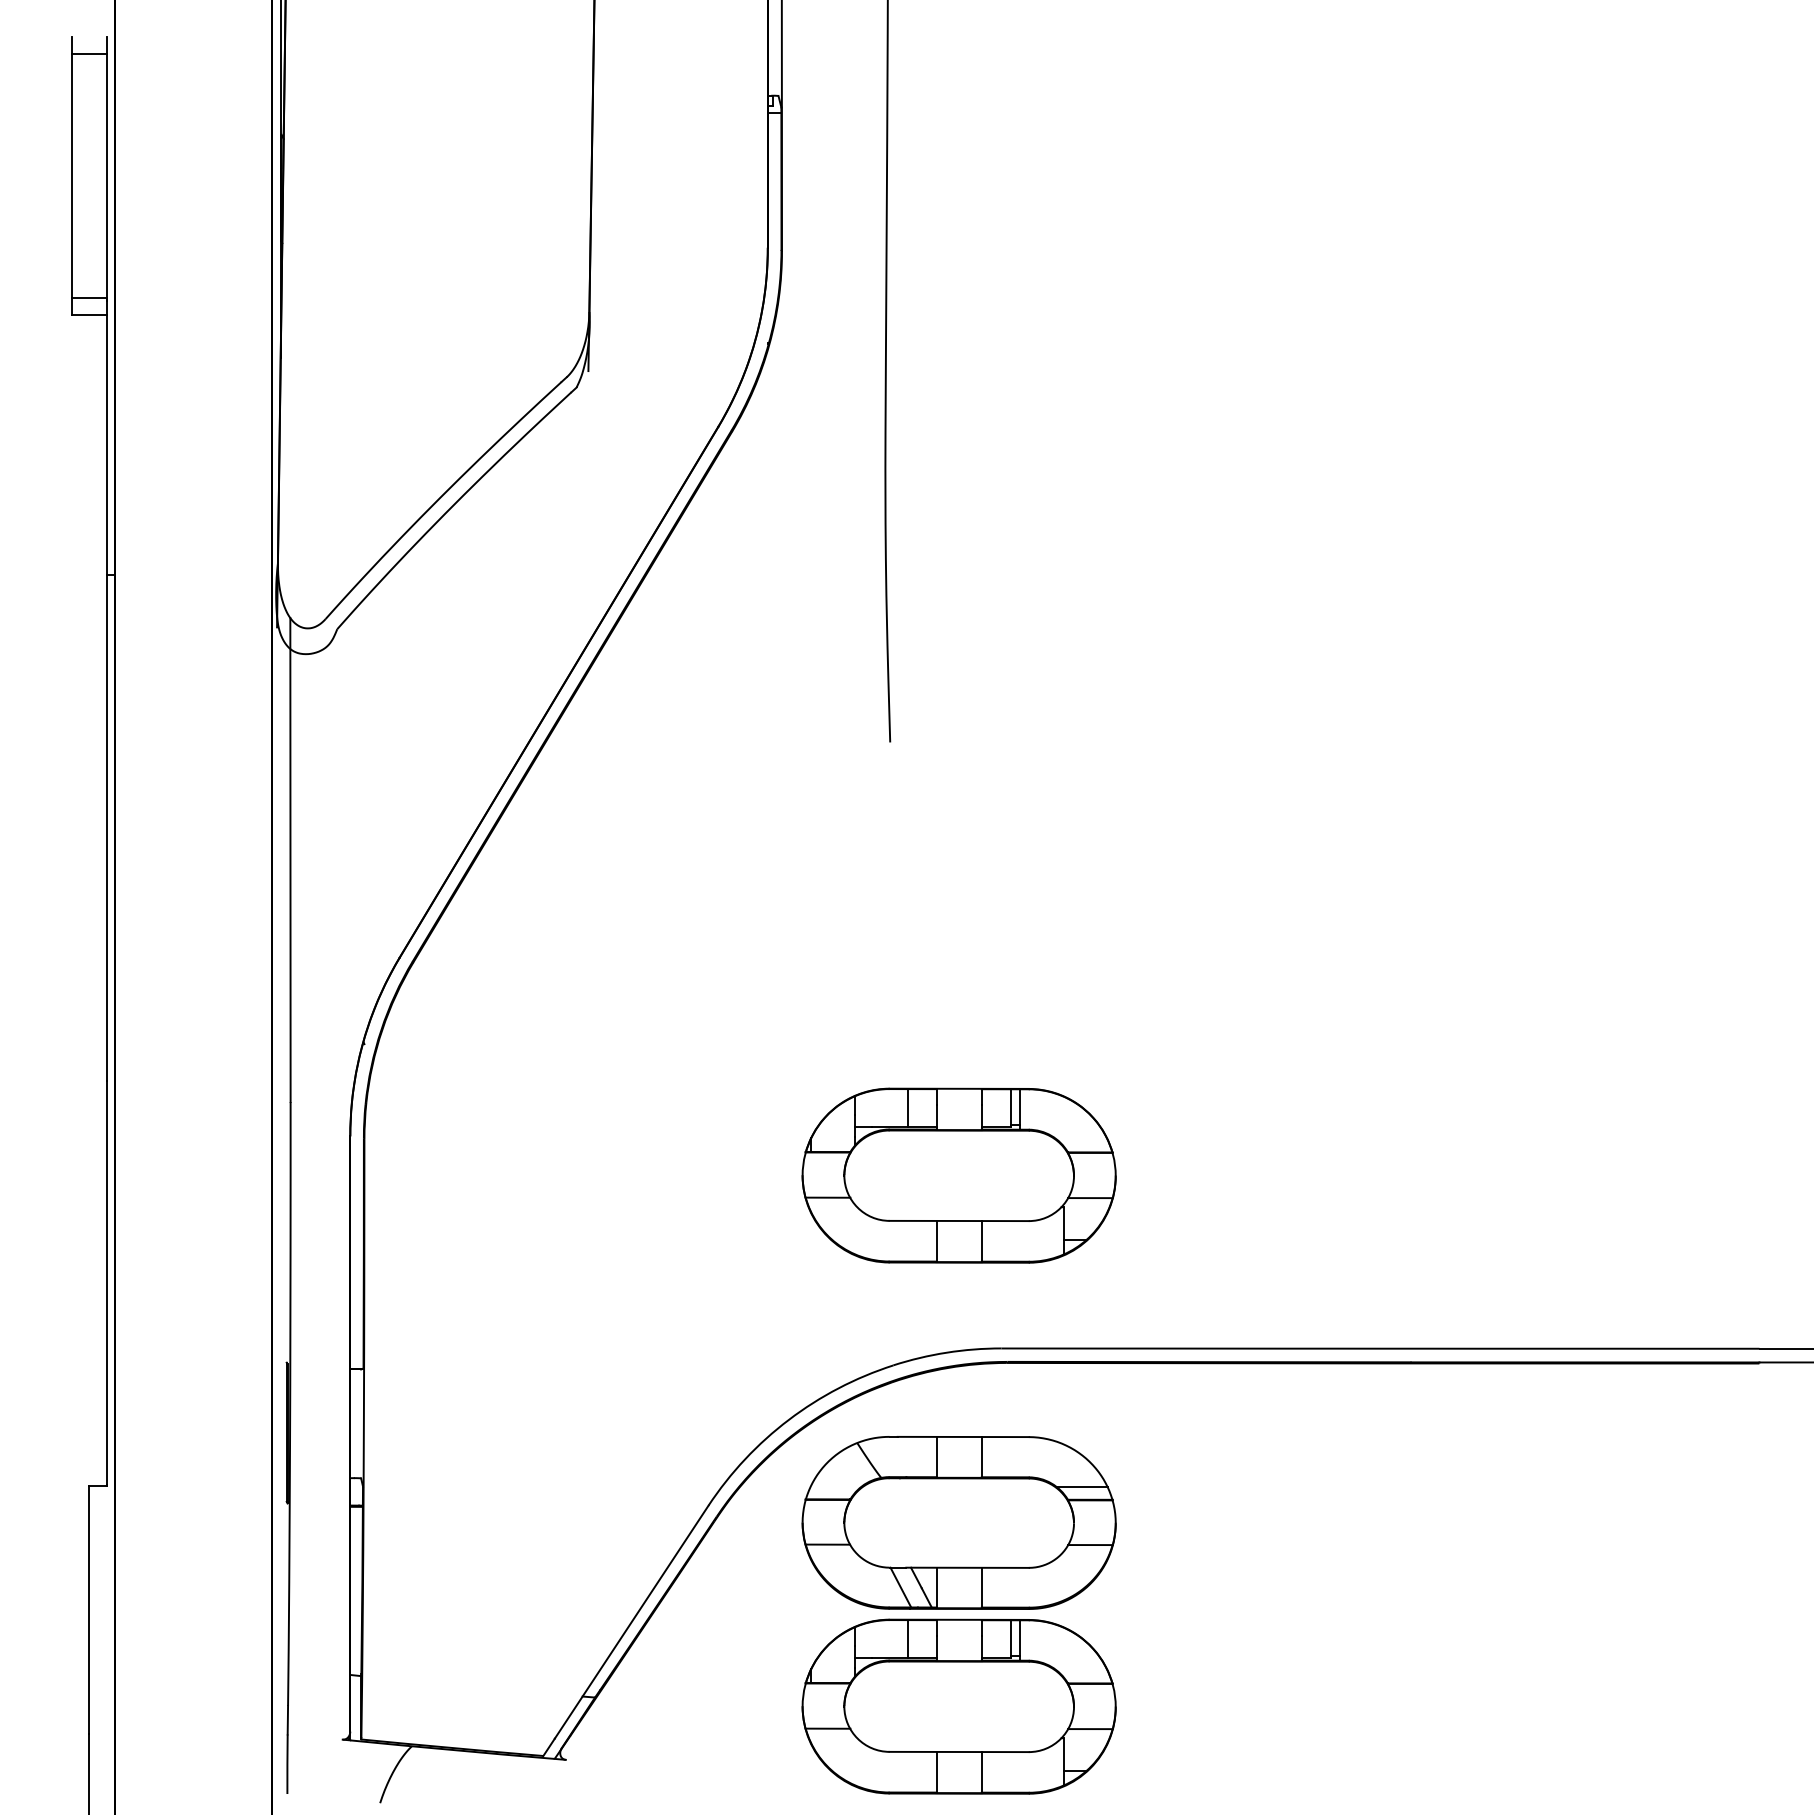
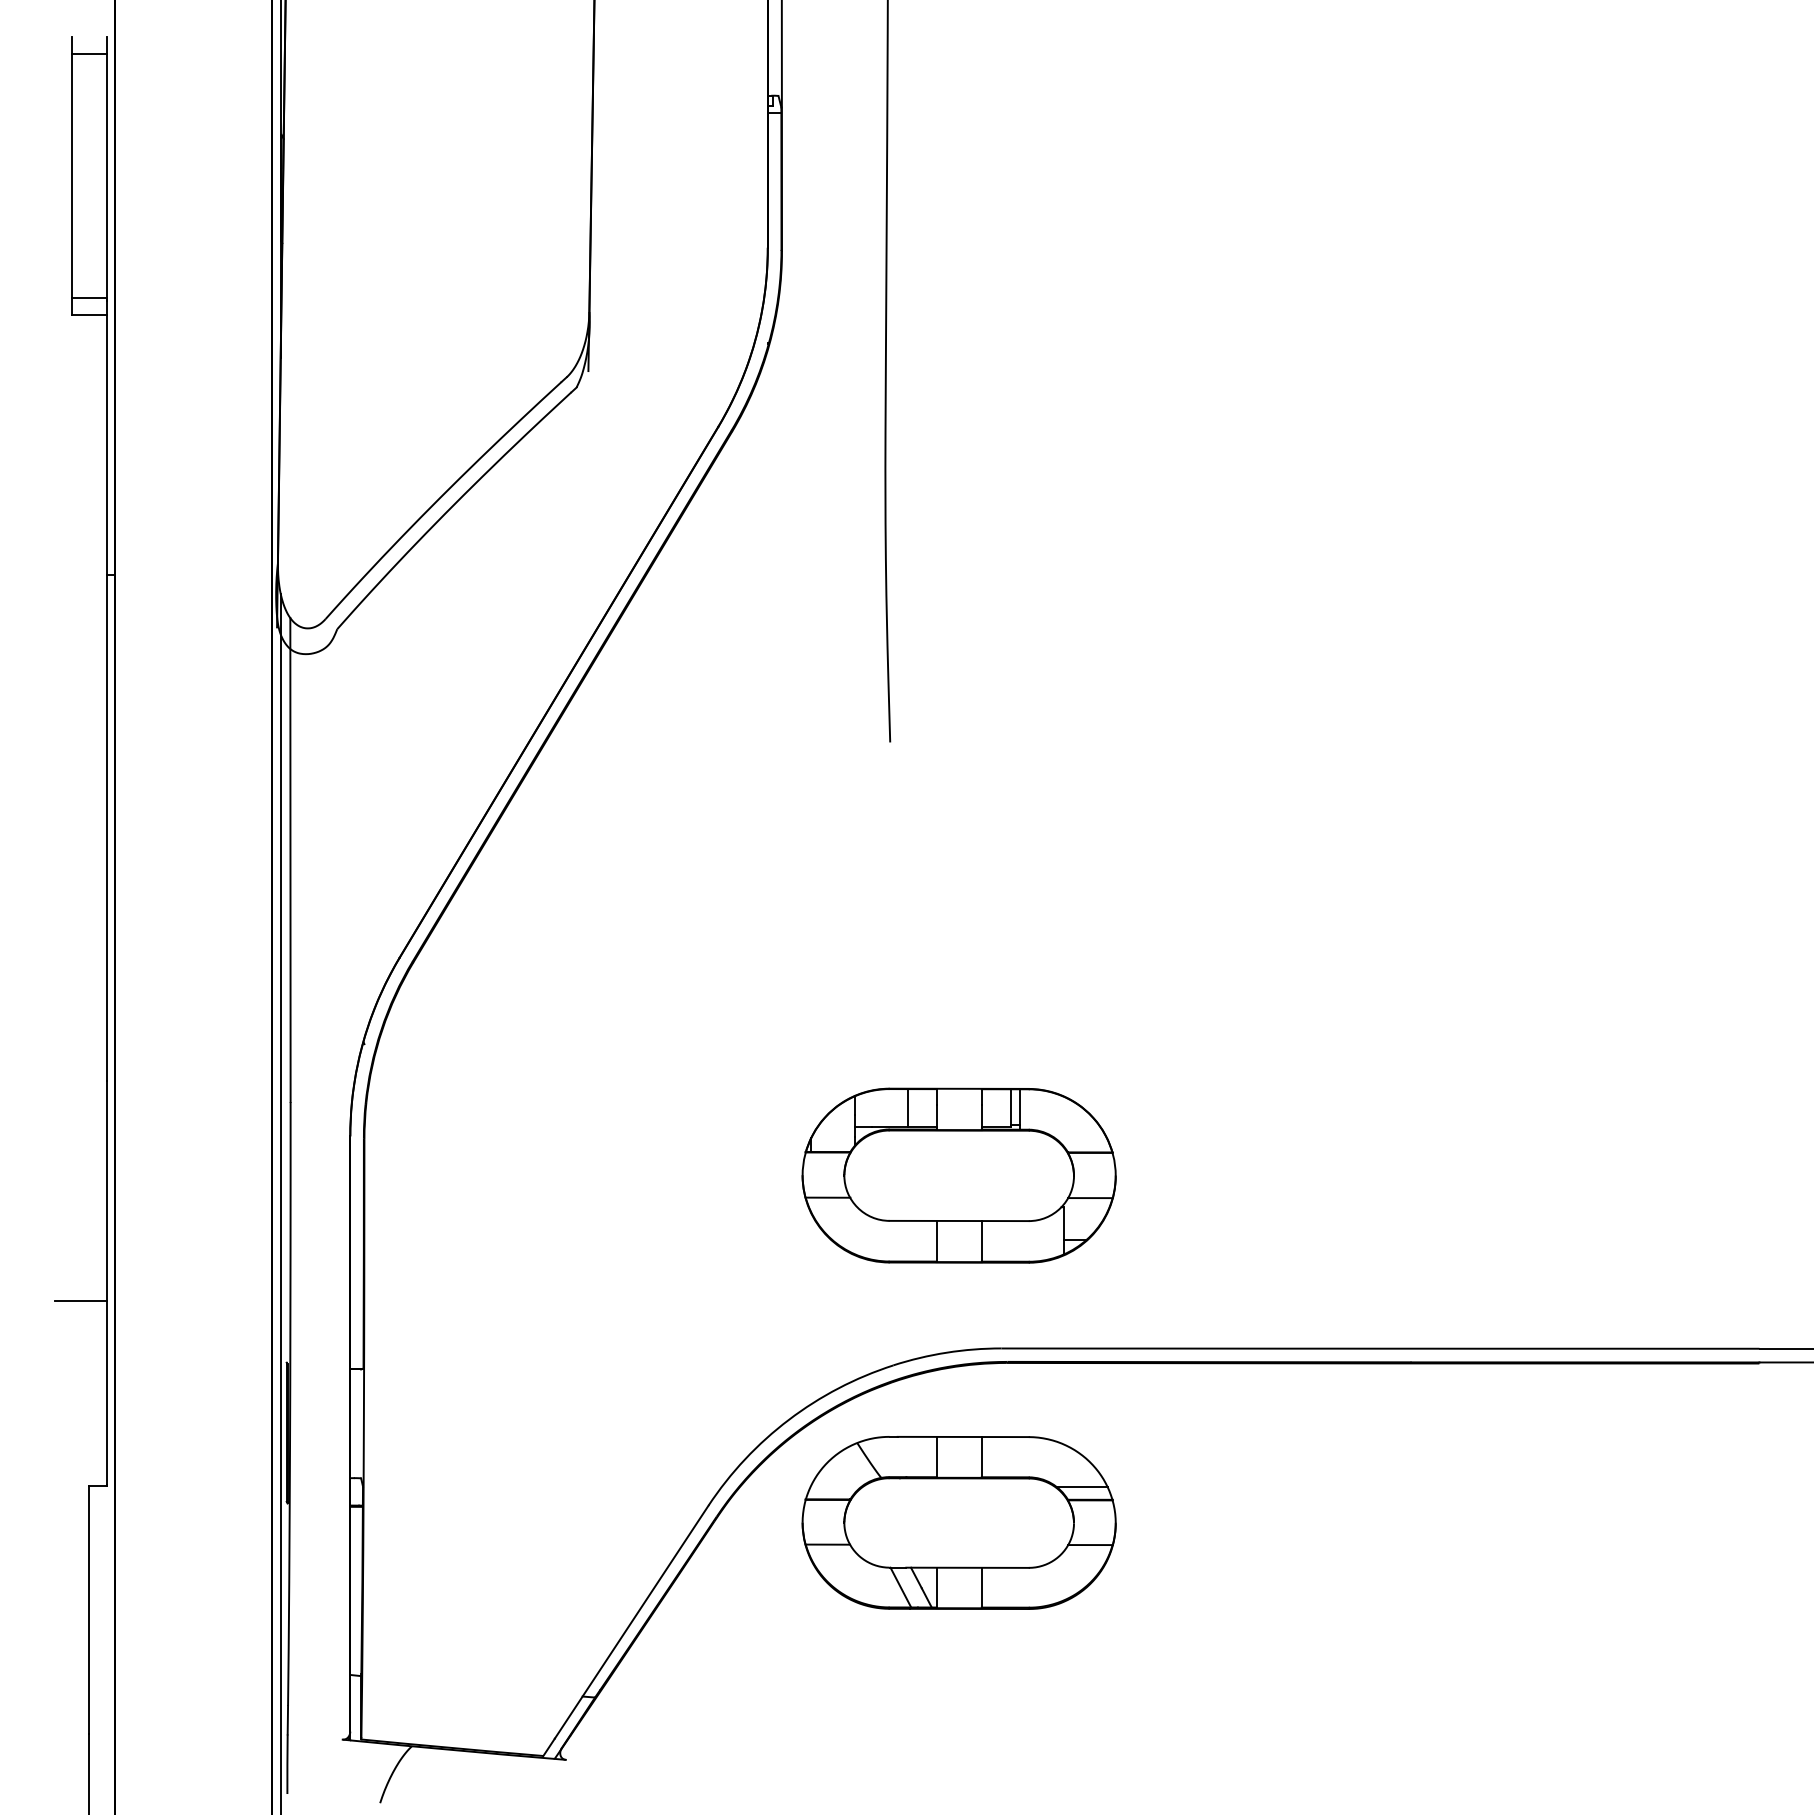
line at (280, 1202): none -> present
line at (80, 1301): none -> present
part at (958, 1706): present -> none
